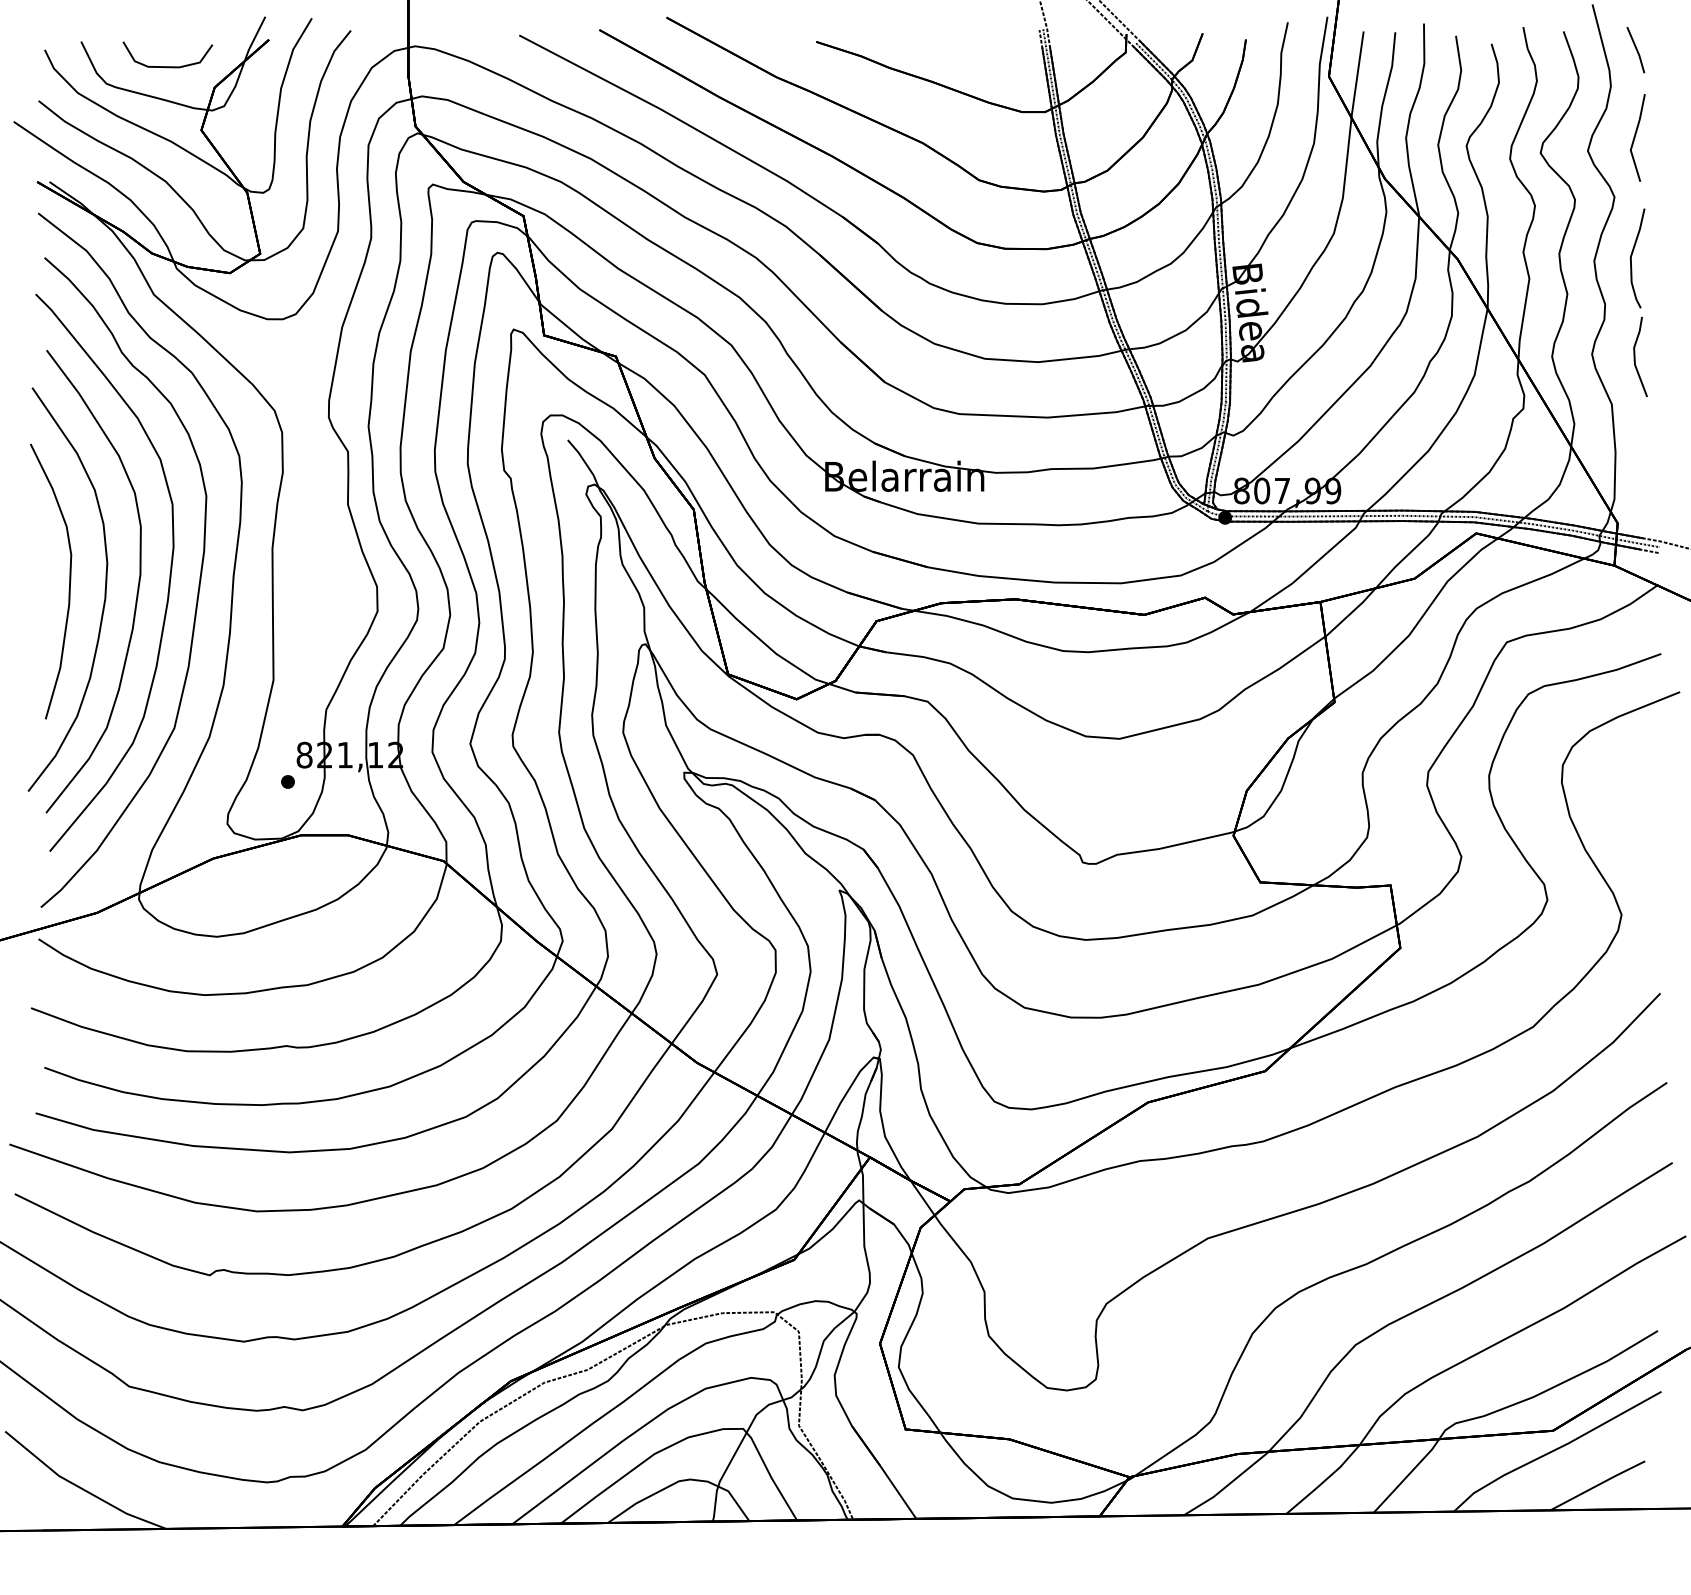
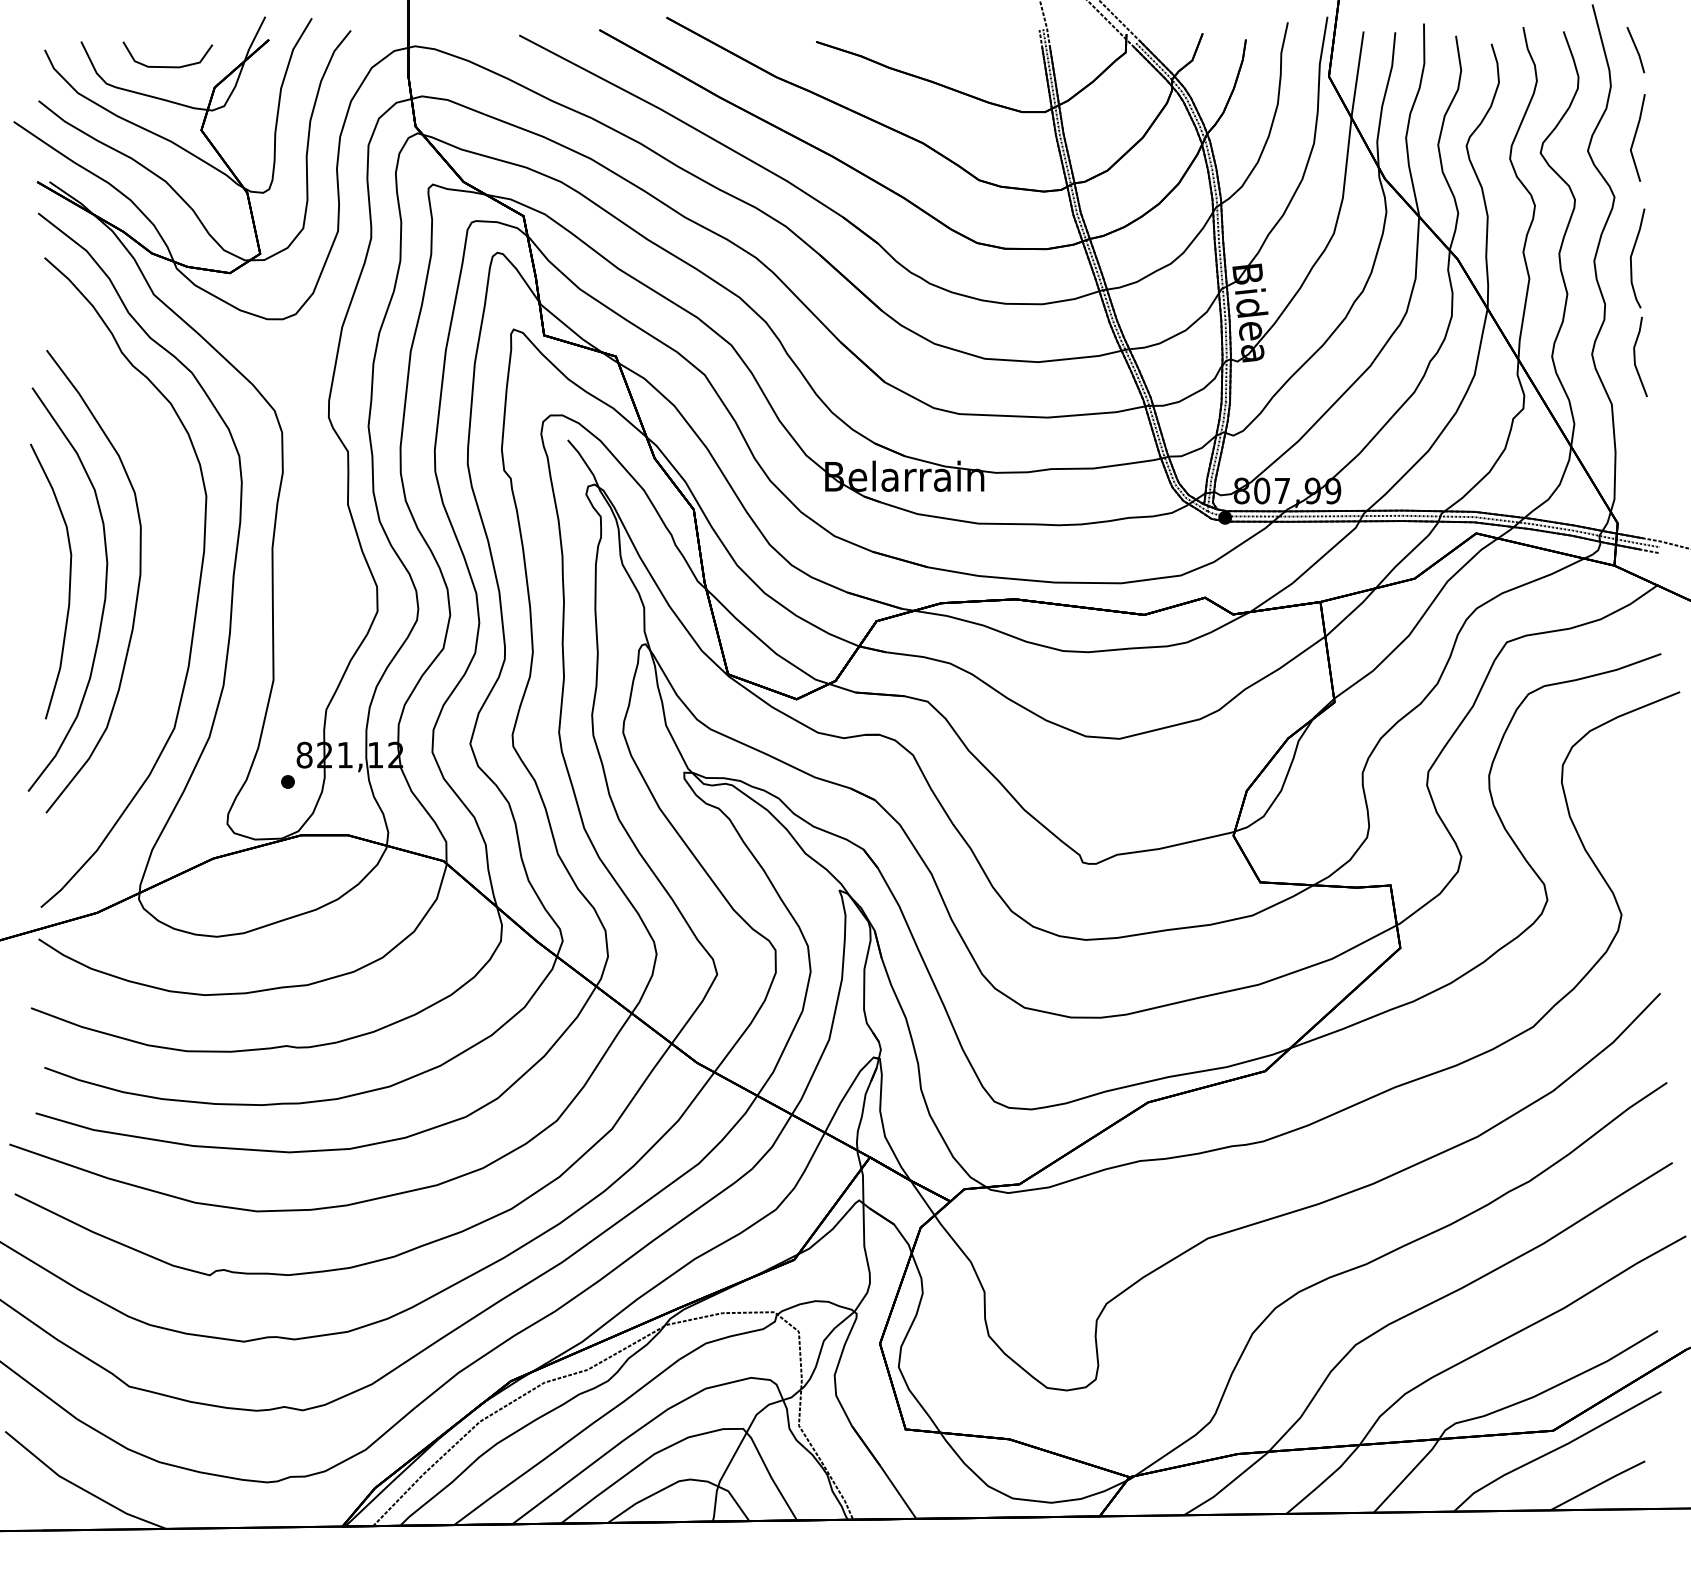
curve at (168, 583): present -> none
